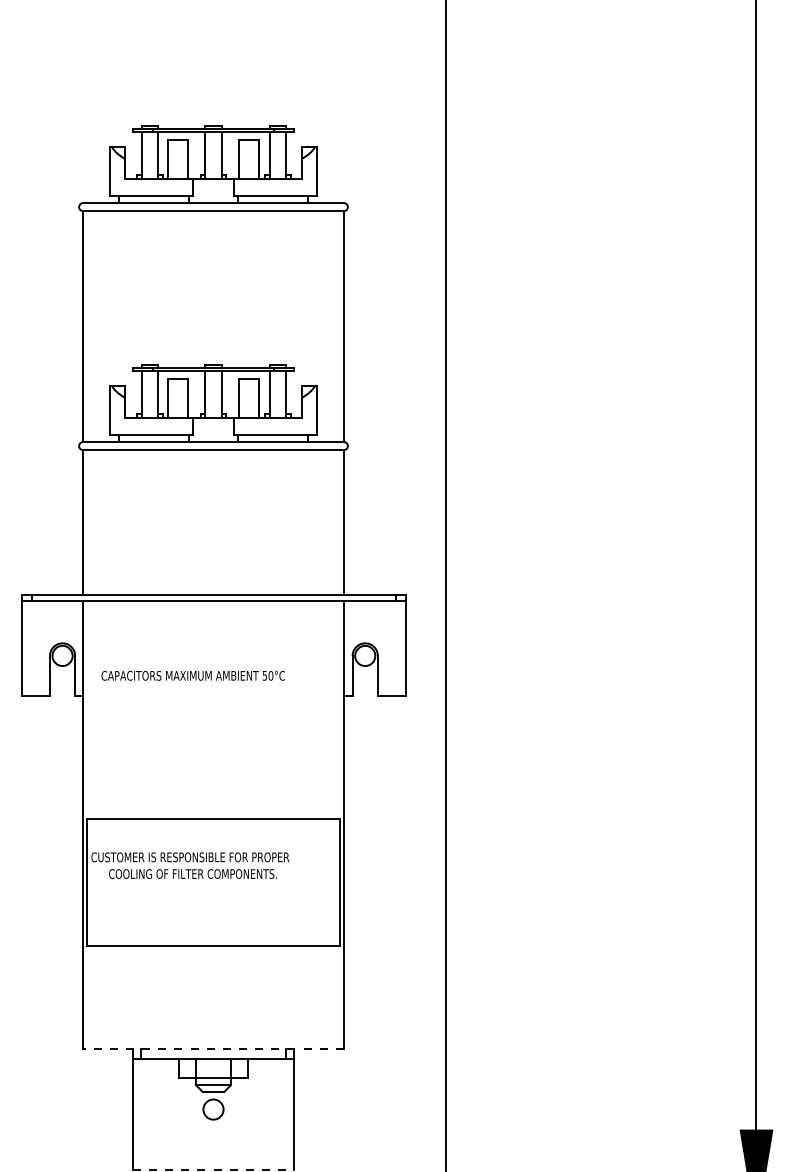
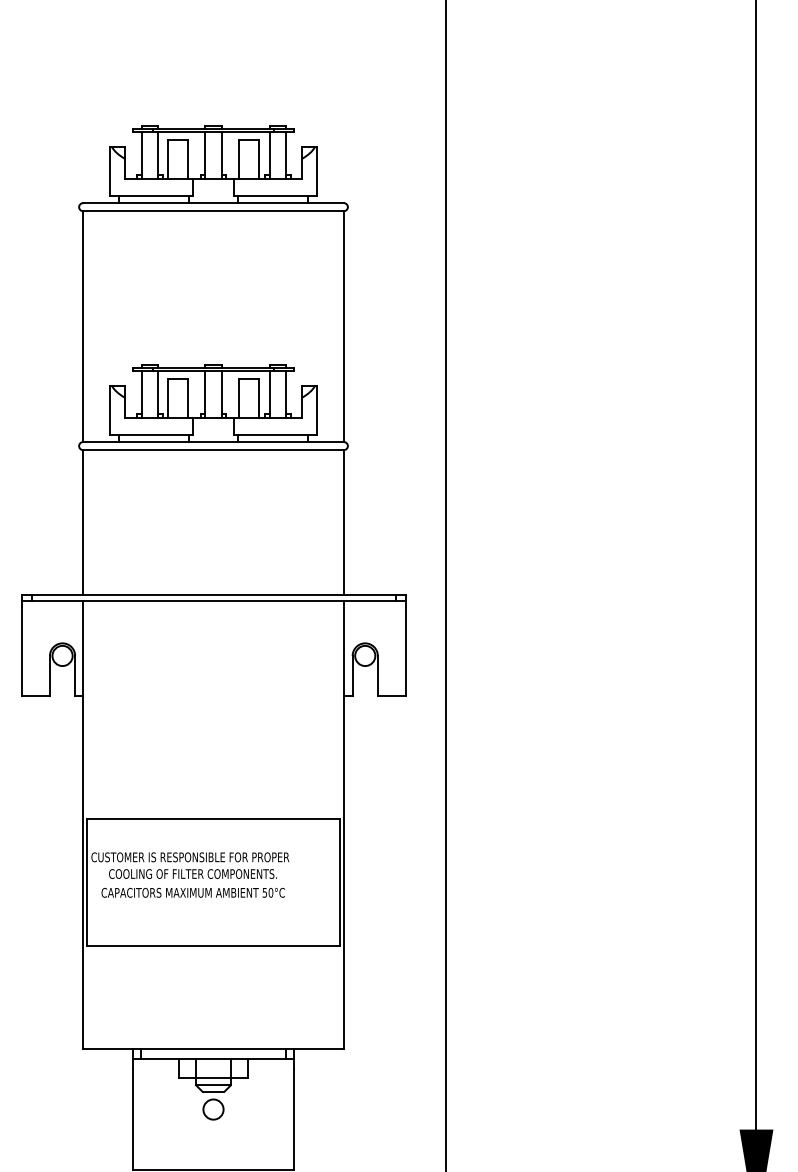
text at (192, 675) position: (192, 675) -> (192, 892)
line at (213, 1049): dashed -> solid
line at (213, 1170): dashed -> solid
